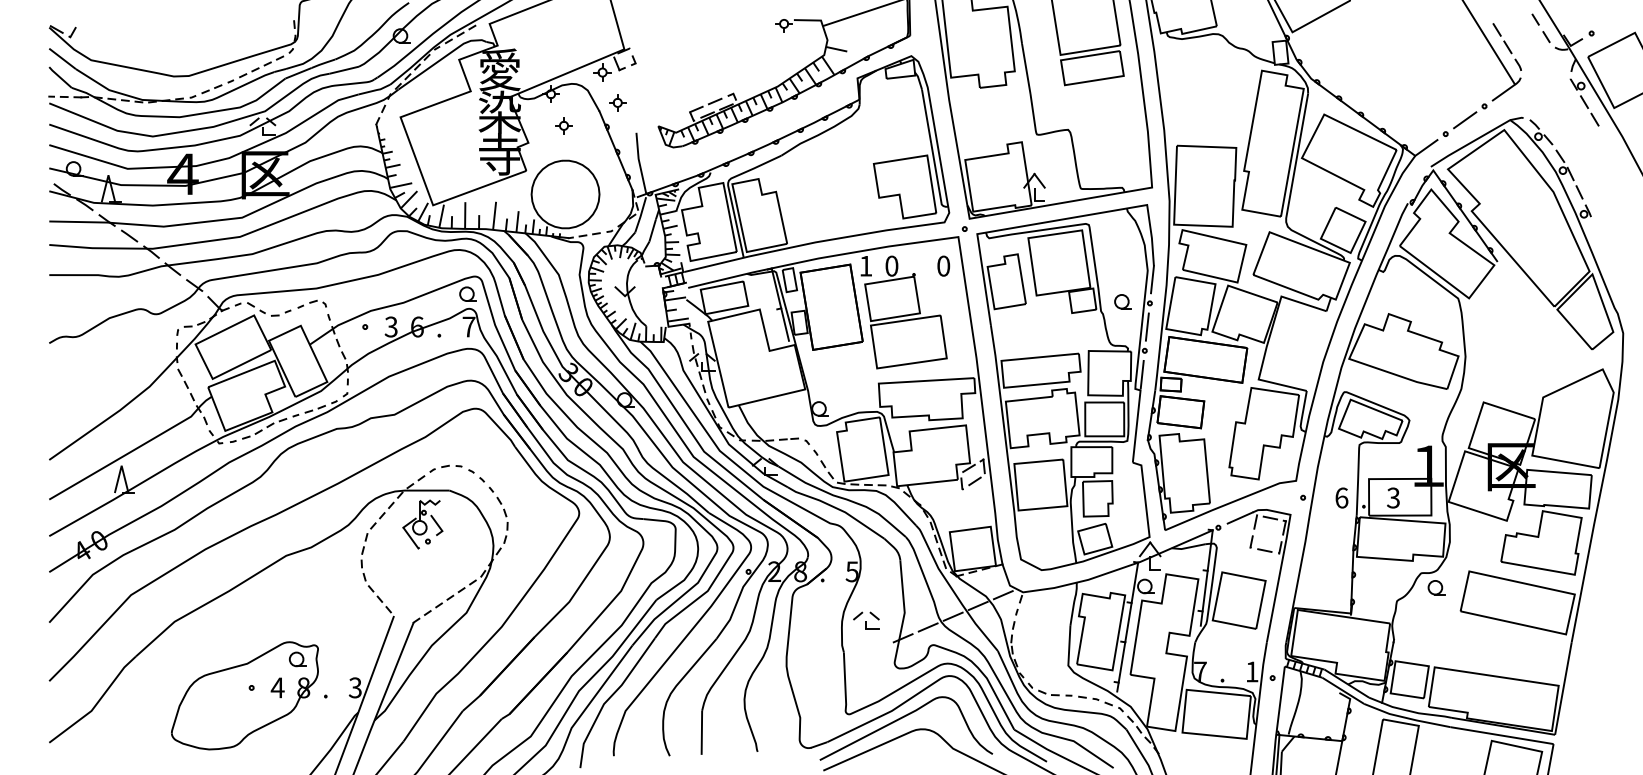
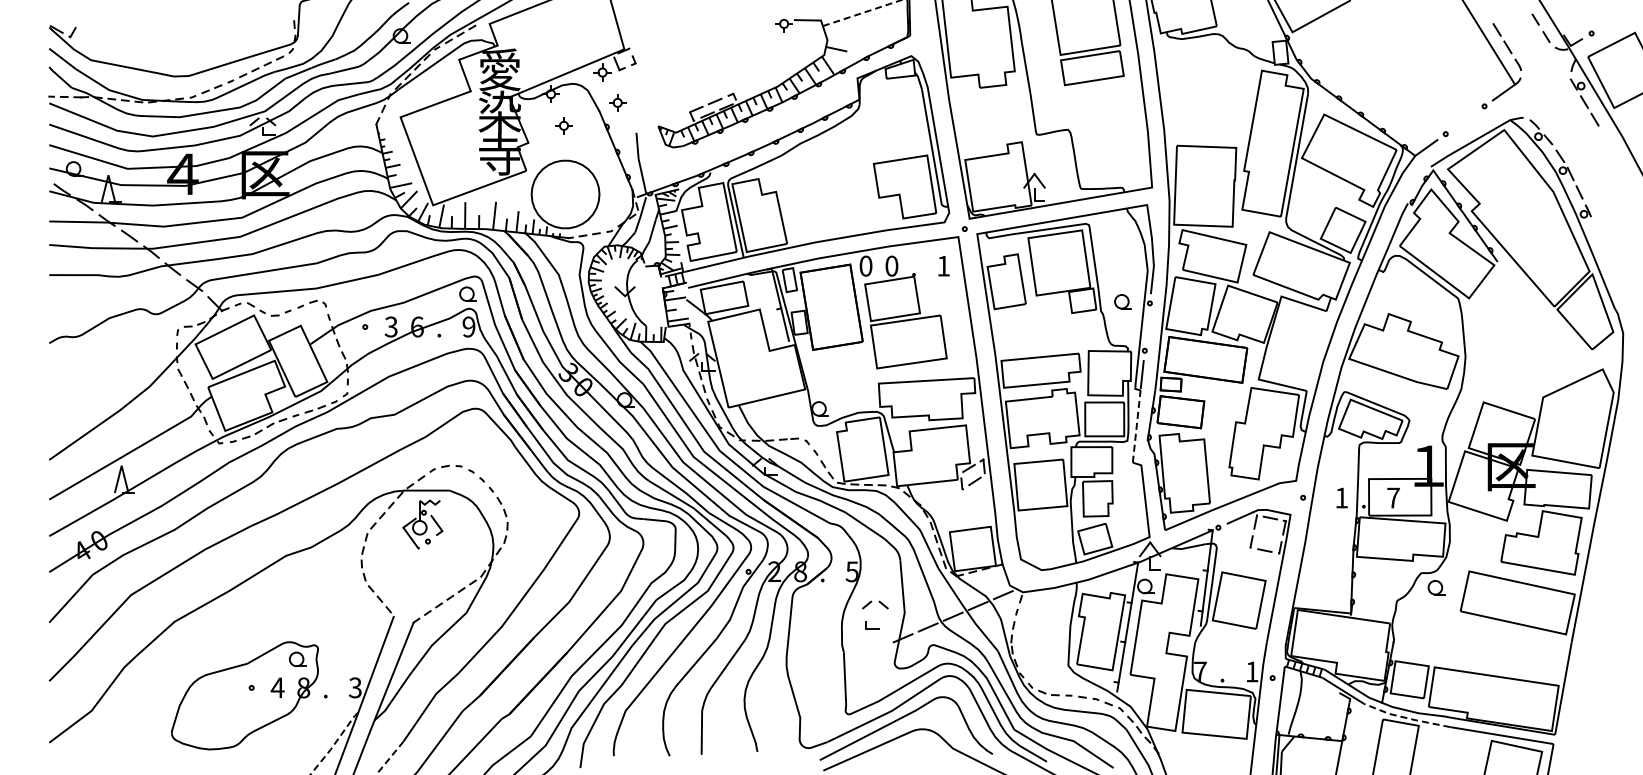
line at (862, 13): solid -> dashed
line at (1465, 120): present -> none
text at (865, 265): 1 -> 0
text at (943, 265): 0 -> 1
text at (468, 326): 7 -> 9
line at (1146, 326): present -> none
line at (1136, 426): solid -> dashed
text at (1341, 497): 6 -> 1
text at (1393, 497): 3 -> 7
part at (866, 615) position: (866, 615) -> (875, 604)
line at (1406, 717): solid -> dashed
line at (334, 744): solid -> dashed
line at (389, 758): solid -> dashed
